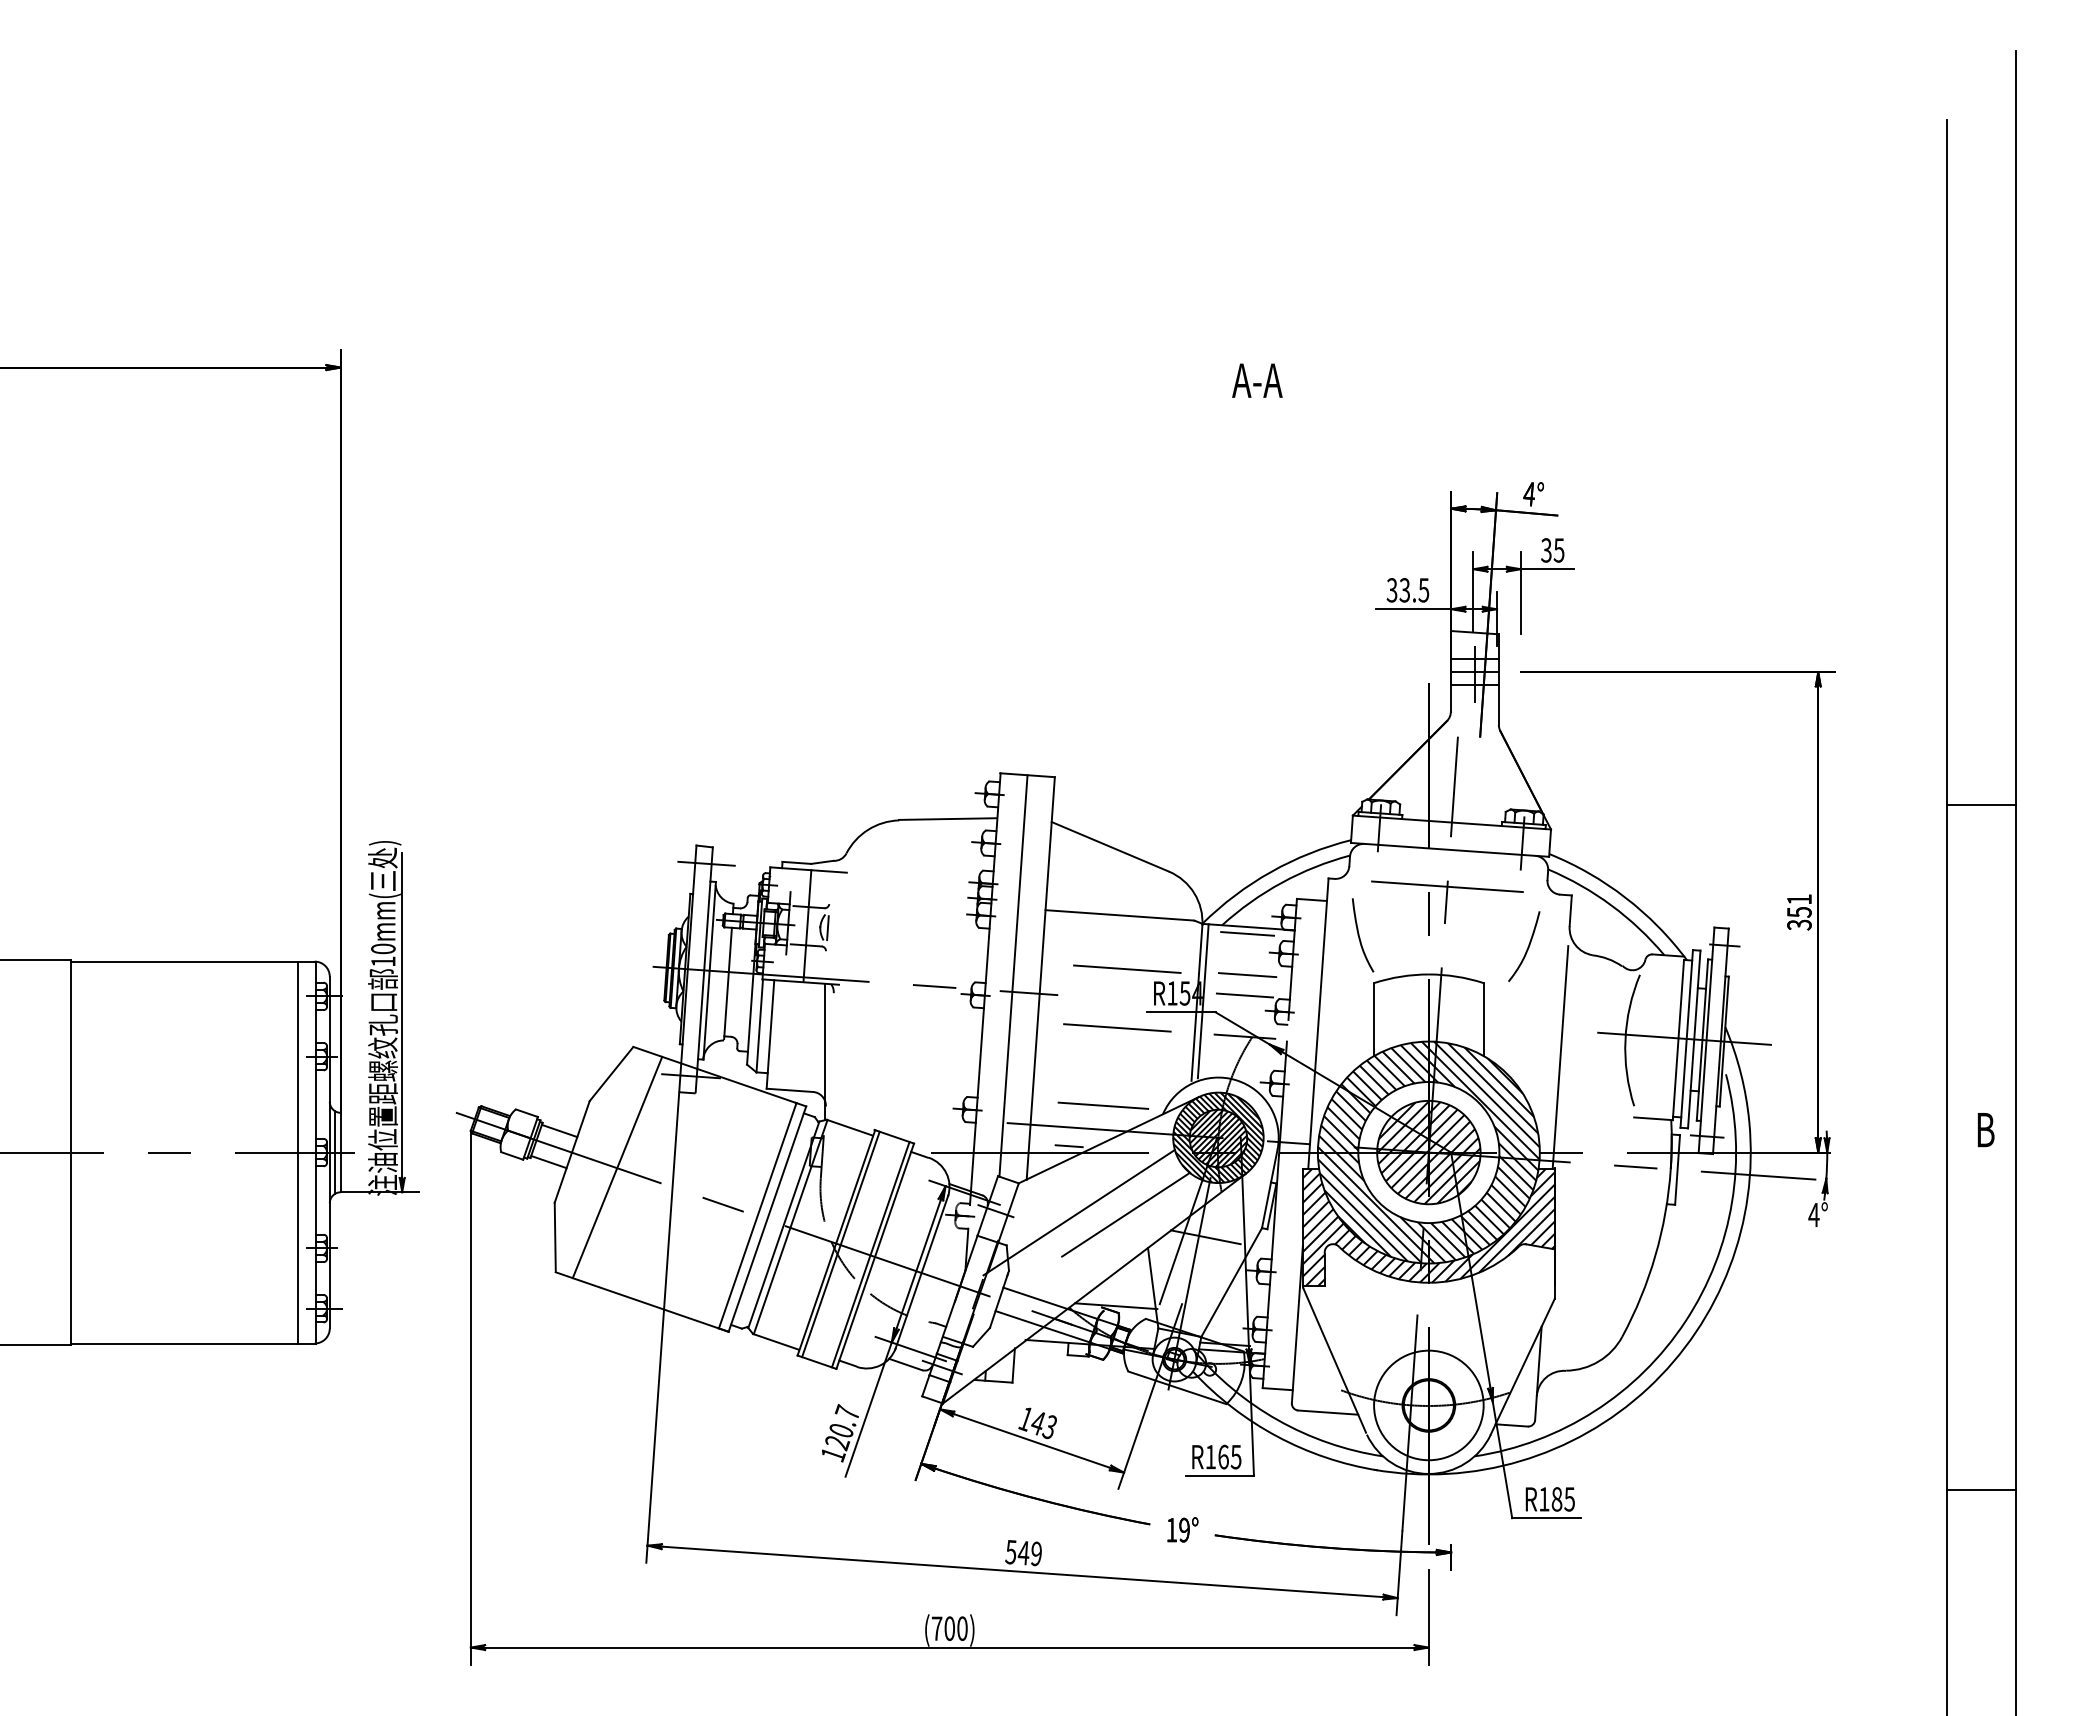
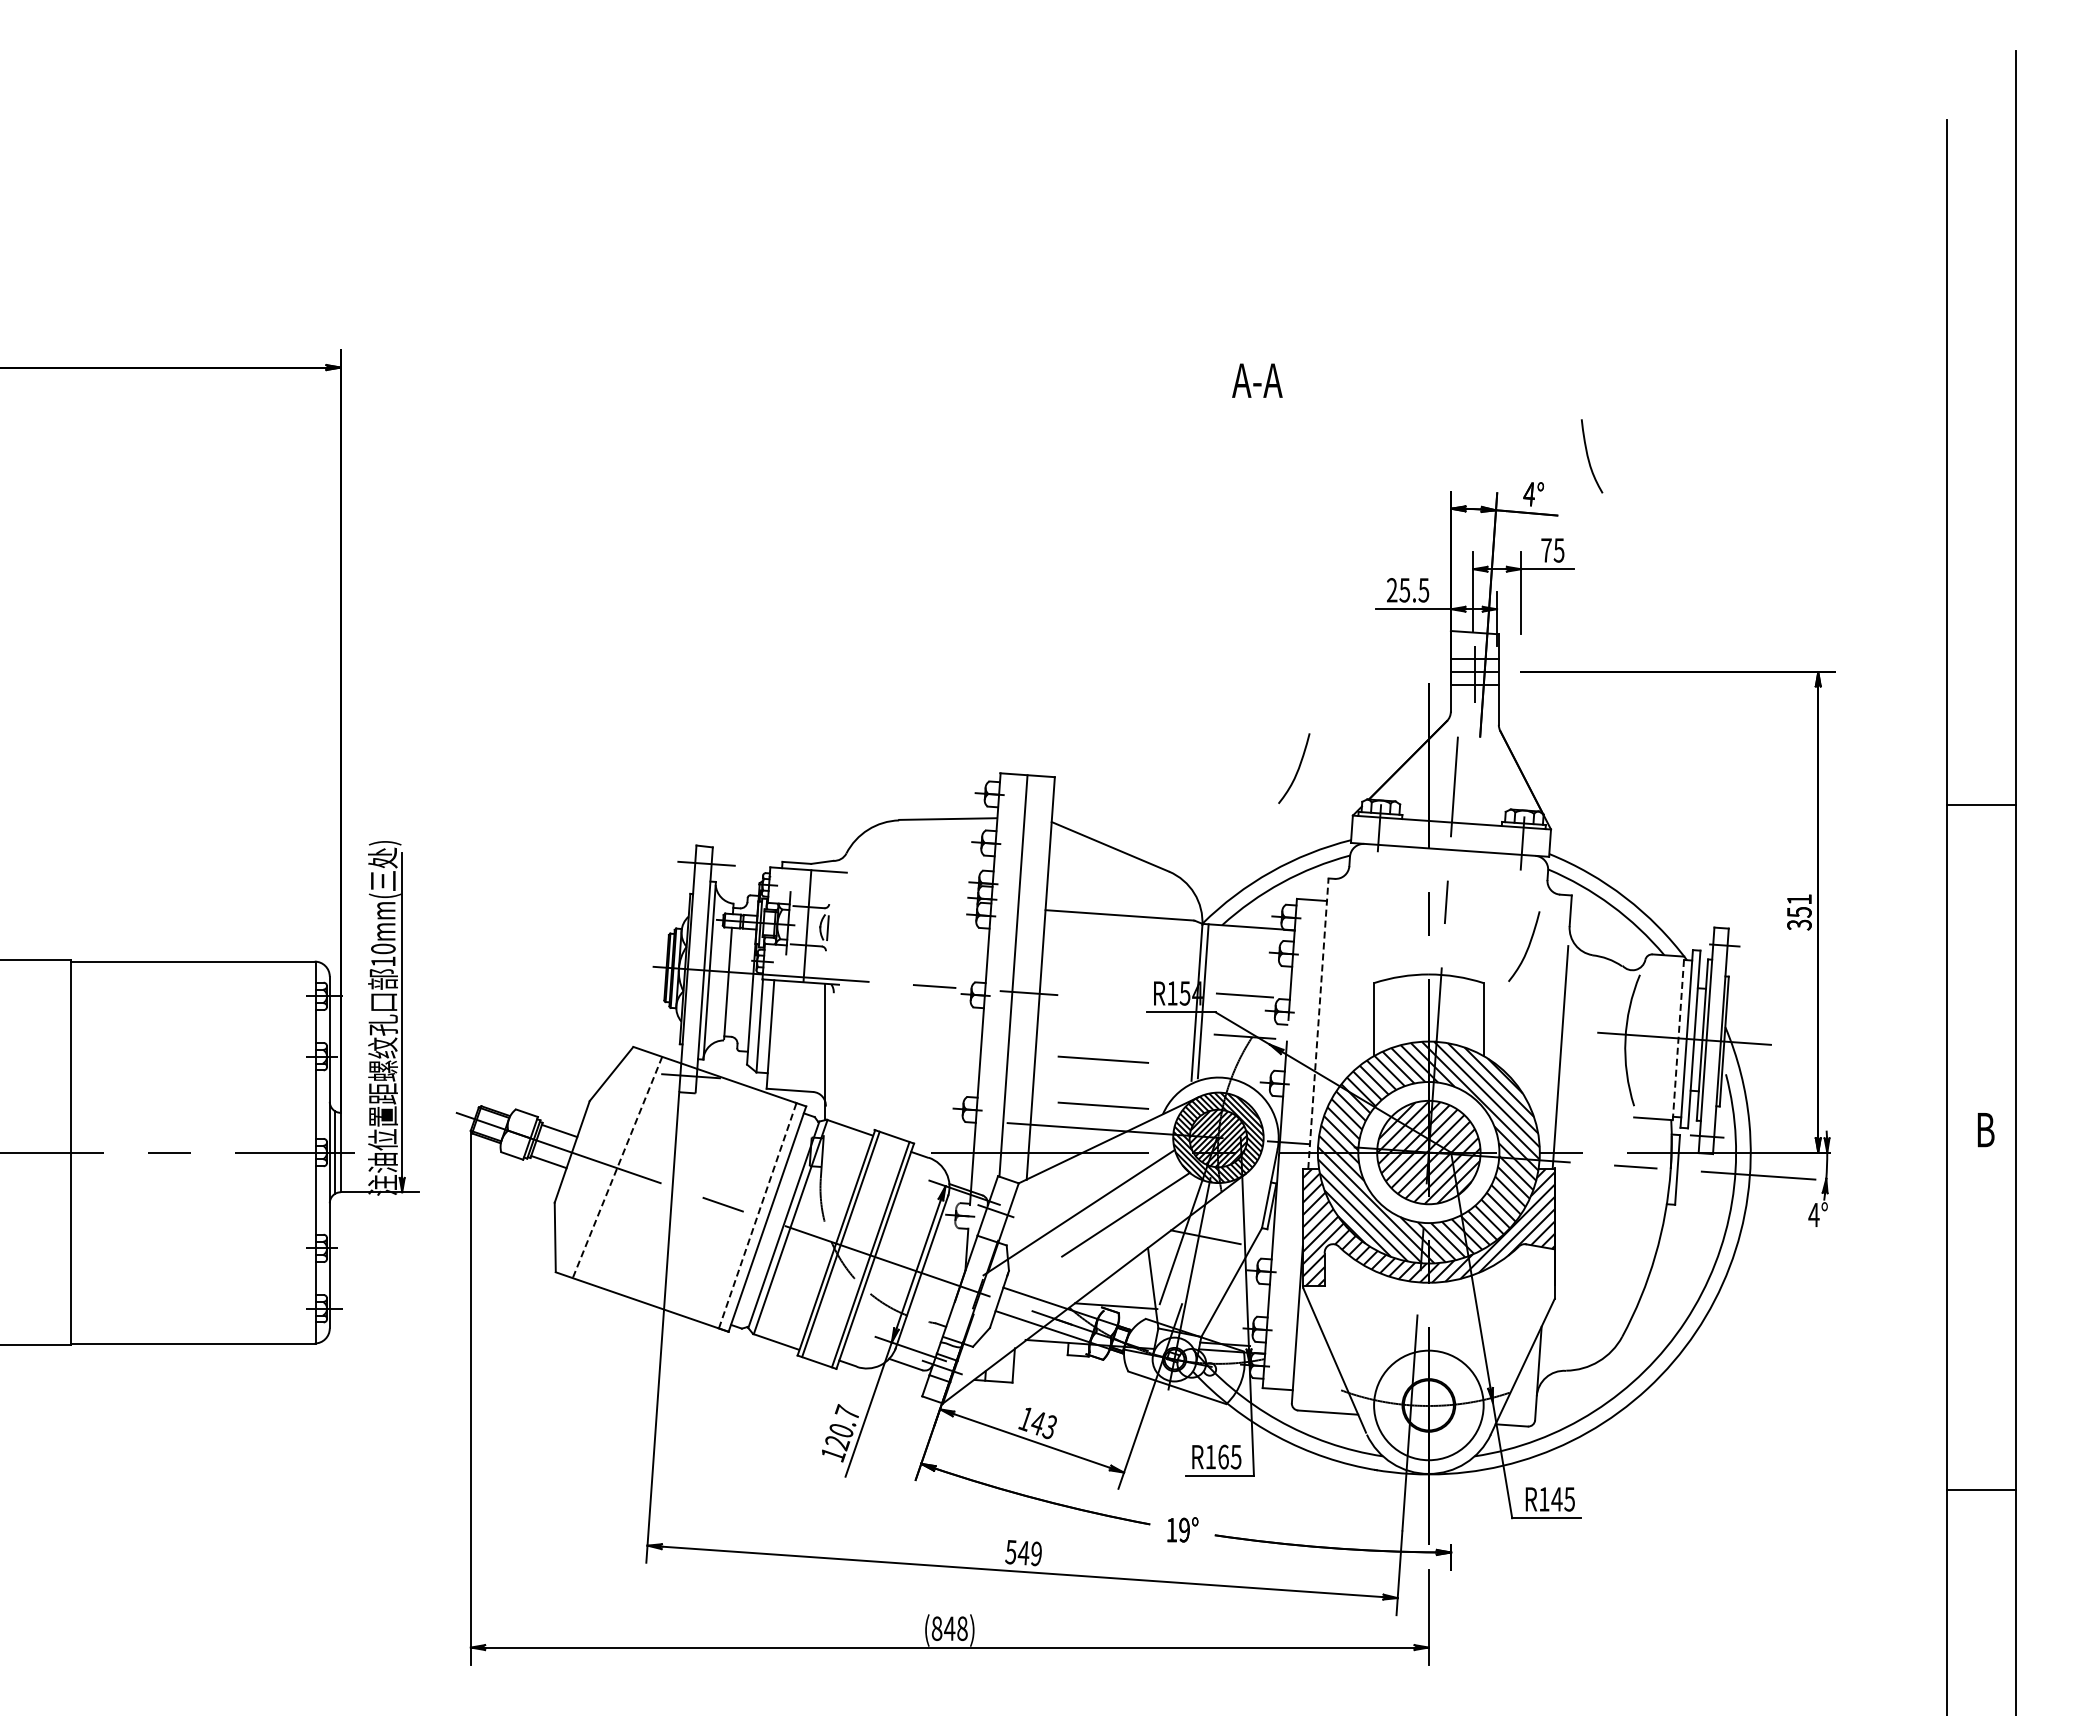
text at (1546, 550): 35 -> 75
text at (1398, 590): 33.5 -> 25.5
curve at (1297, 769): none -> present
line at (1447, 886): present -> none
line at (1247, 933): present -> none
curve at (1360, 937) position: (1360, 937) -> (1589, 458)
line at (1127, 968): present -> none
line at (1247, 974): present -> none
line at (1318, 1023): solid -> dashed
line at (1117, 1027): present -> none
line at (1678, 1040): solid -> dashed
line at (1102, 1059): none -> present
line at (1068, 1146): present -> none
line at (298, 1152): present -> none
line at (617, 1167): solid -> dashed
line at (757, 1215): solid -> dashed
text at (1556, 1499): R185 -> R145
text at (949, 1628): (700) -> (848)
